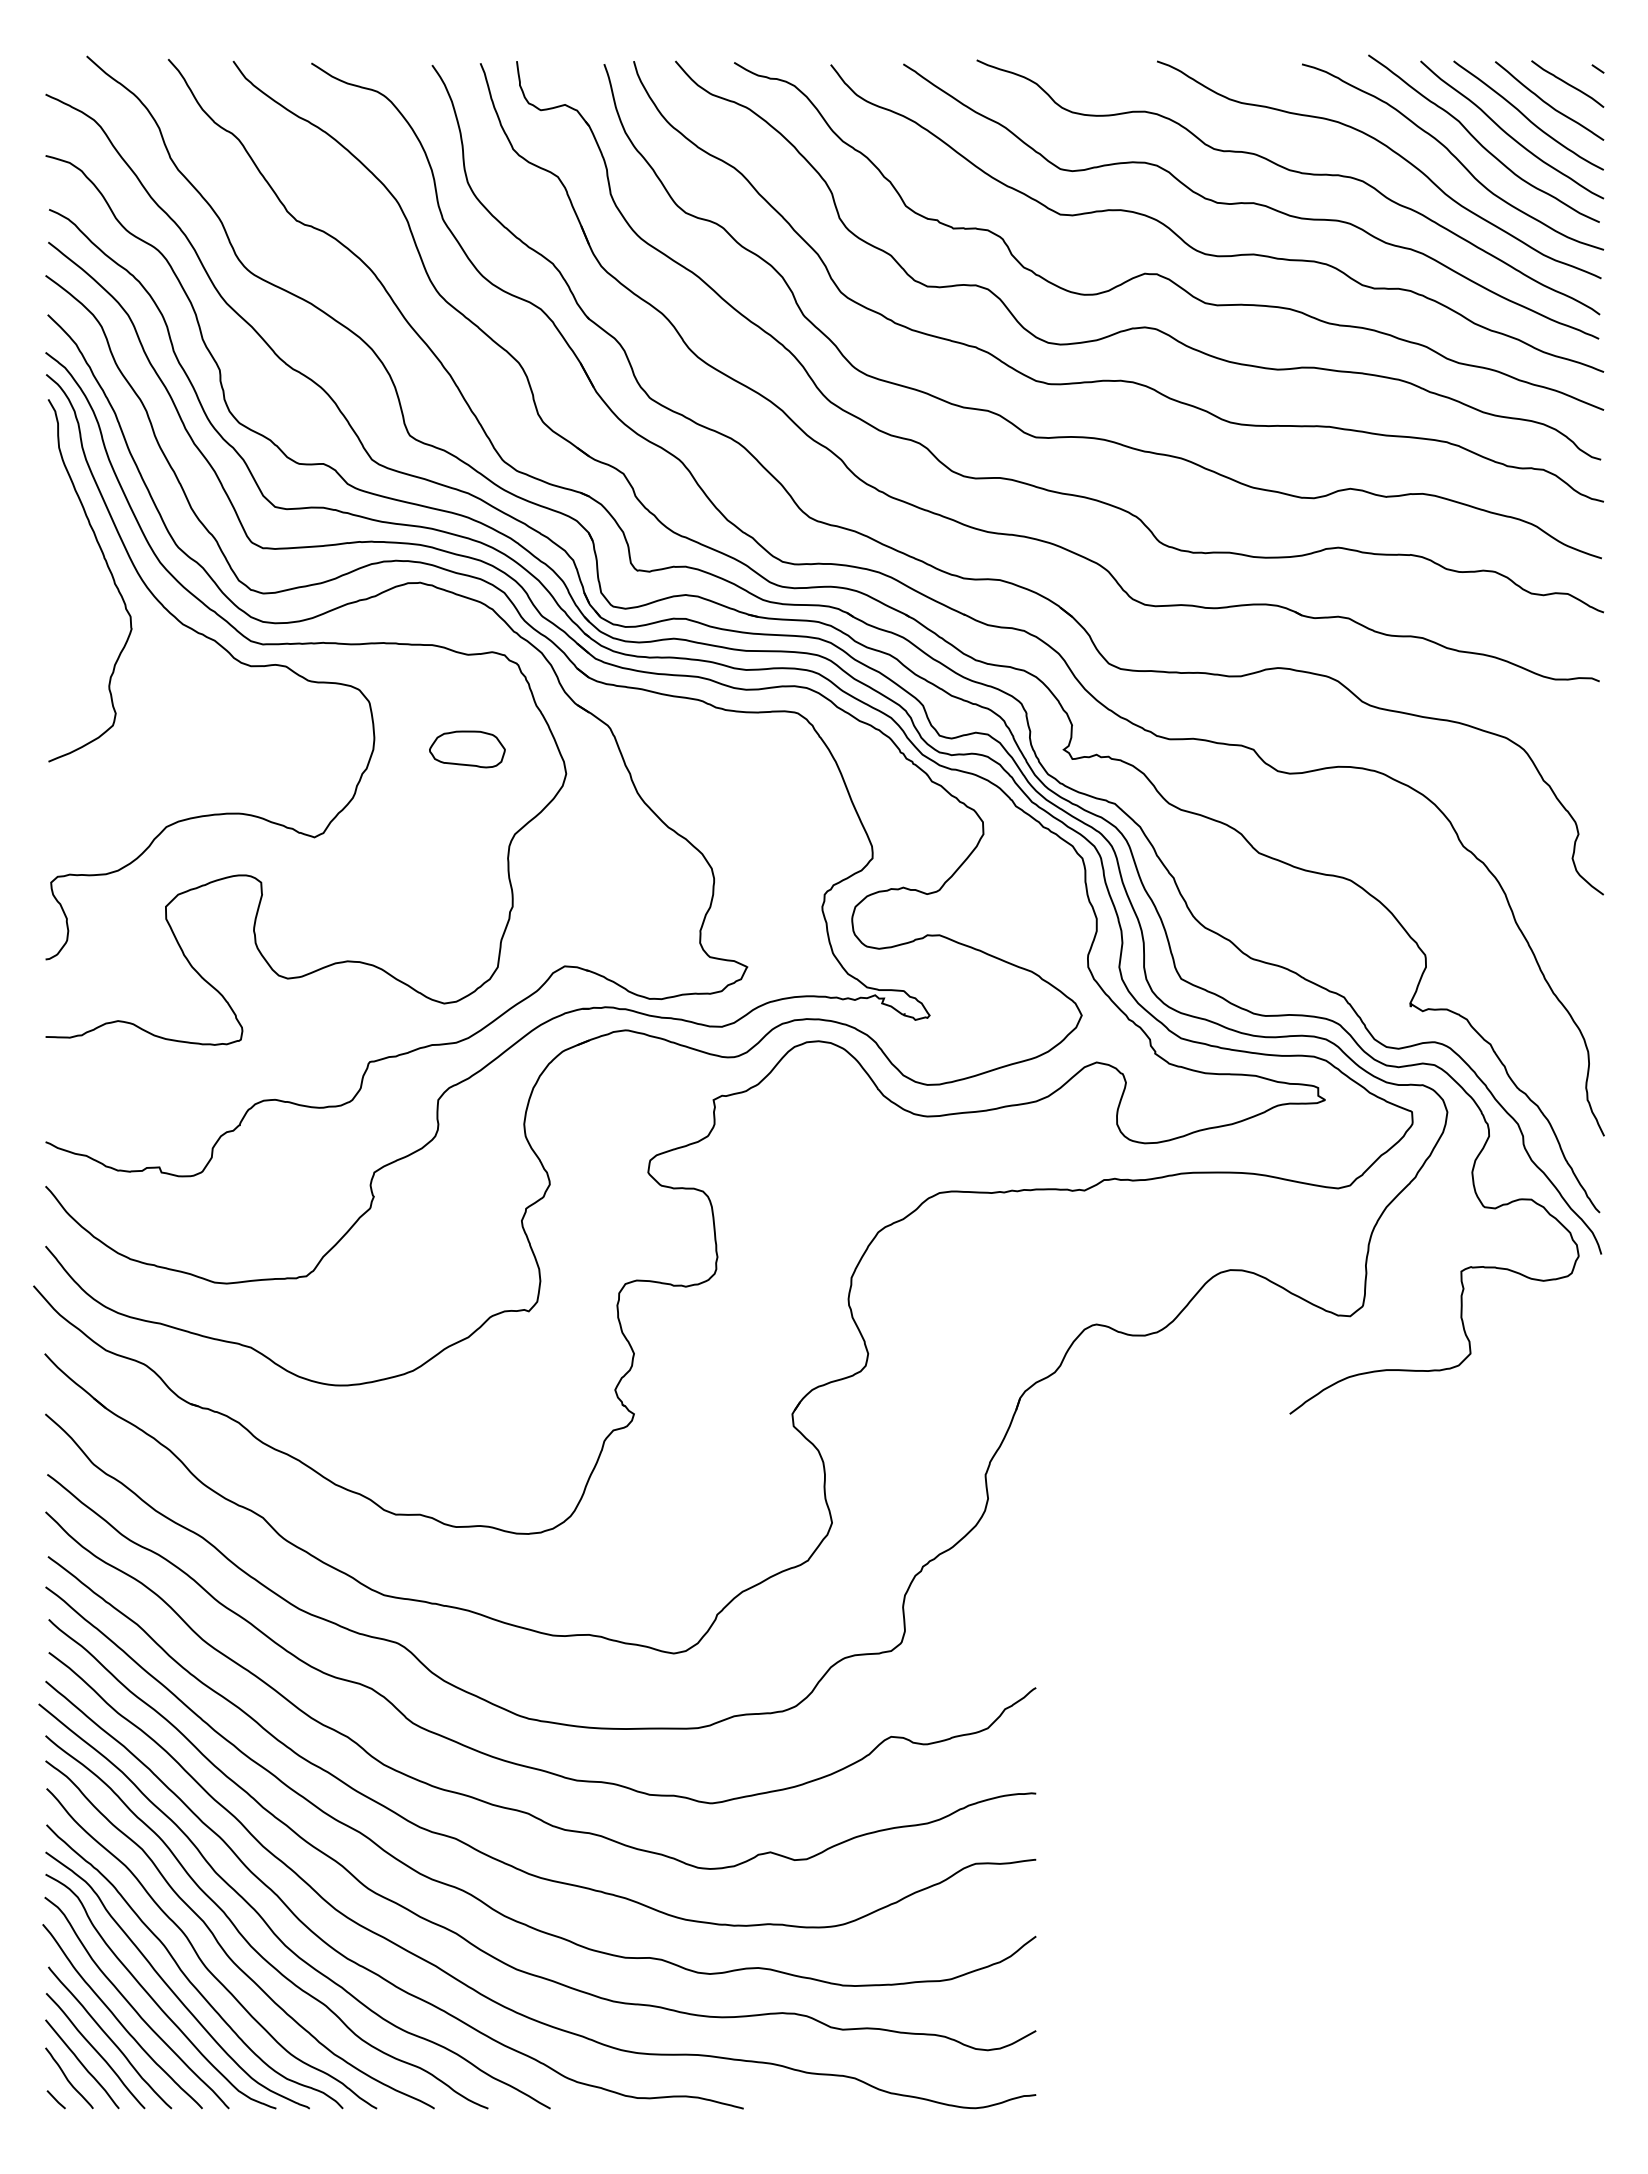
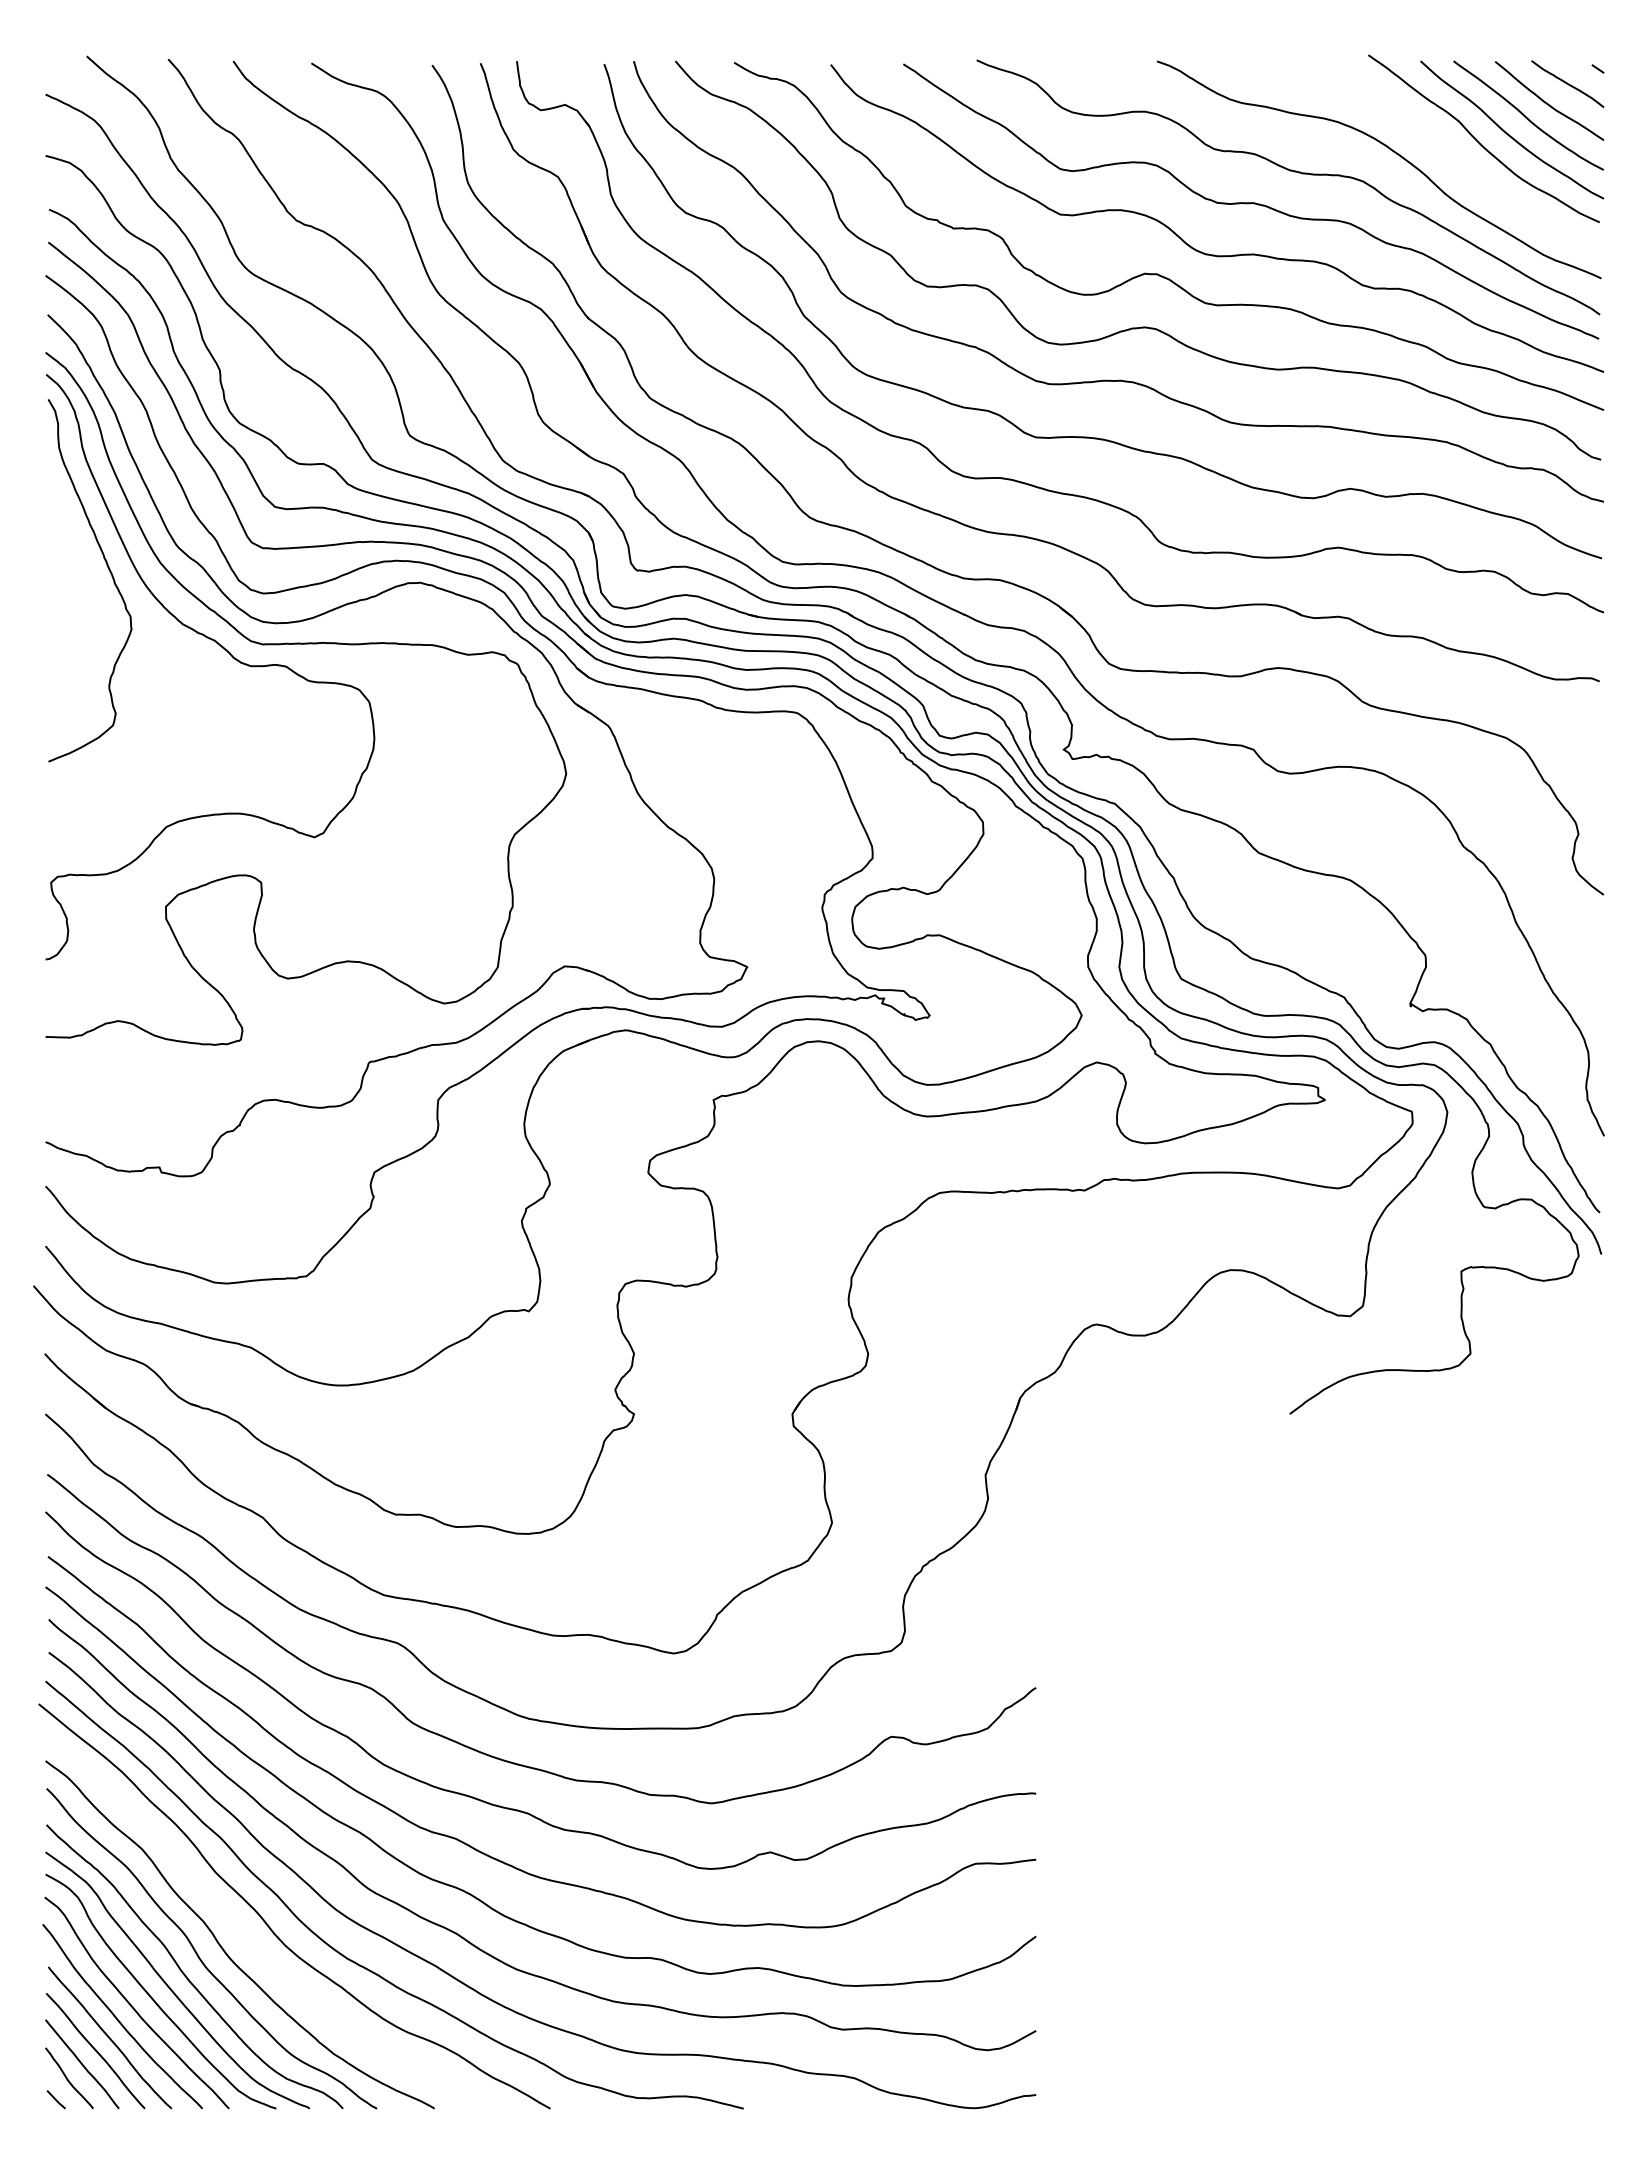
curve at (1453, 156): present -> none
part at (467, 749): present -> none
curve at (247, 1940): present -> none
